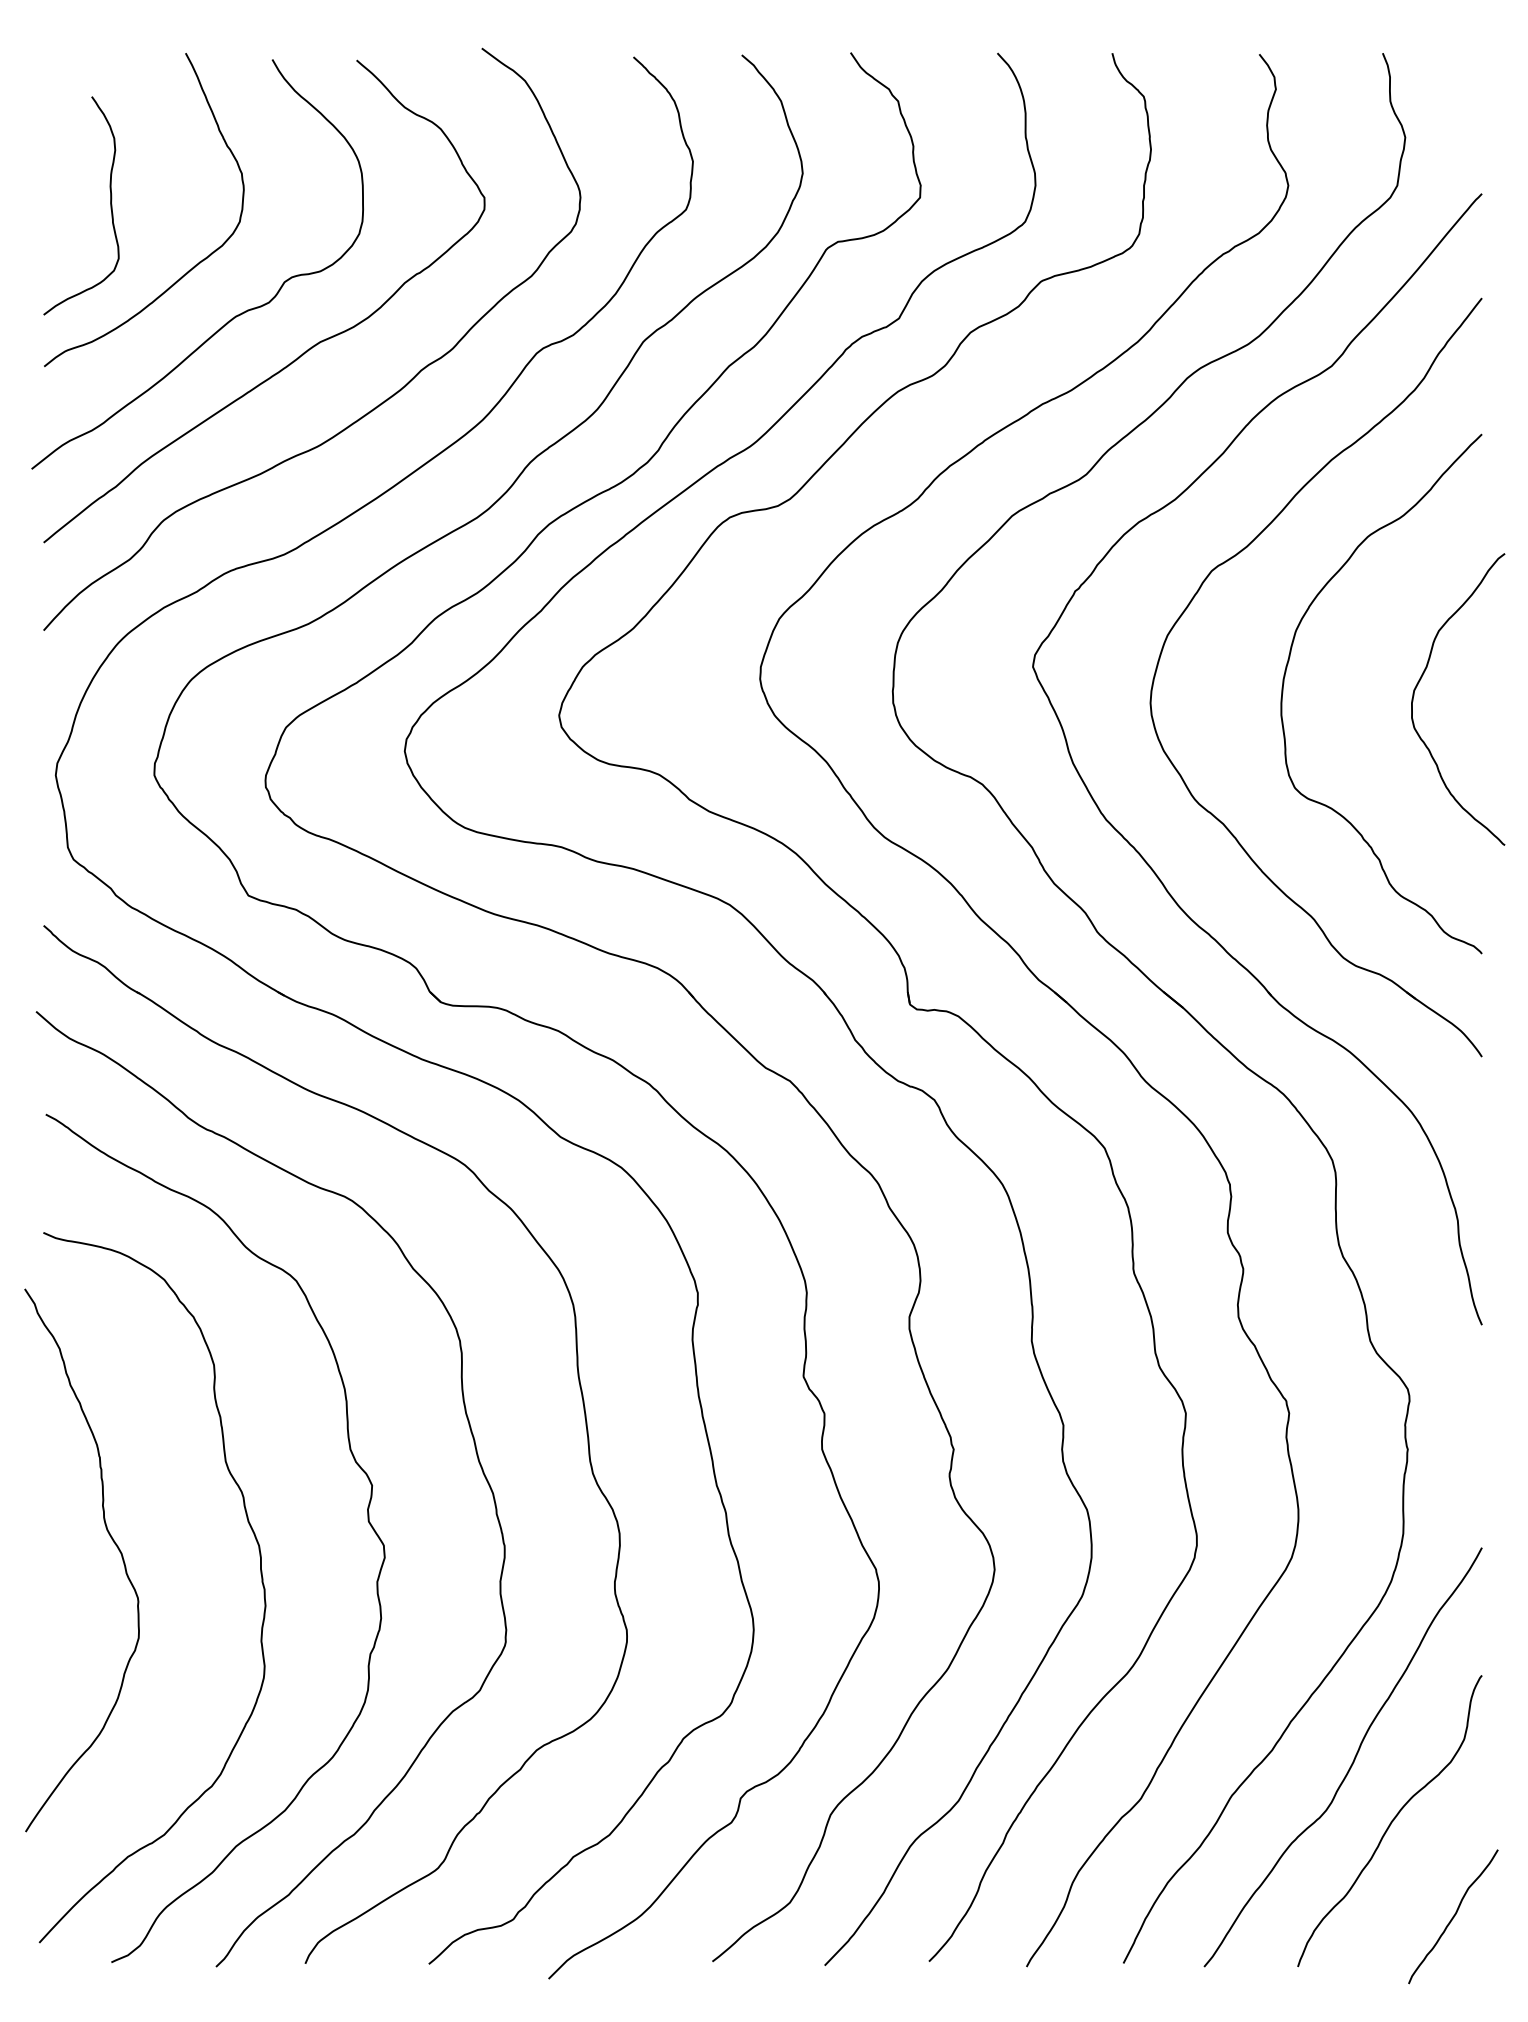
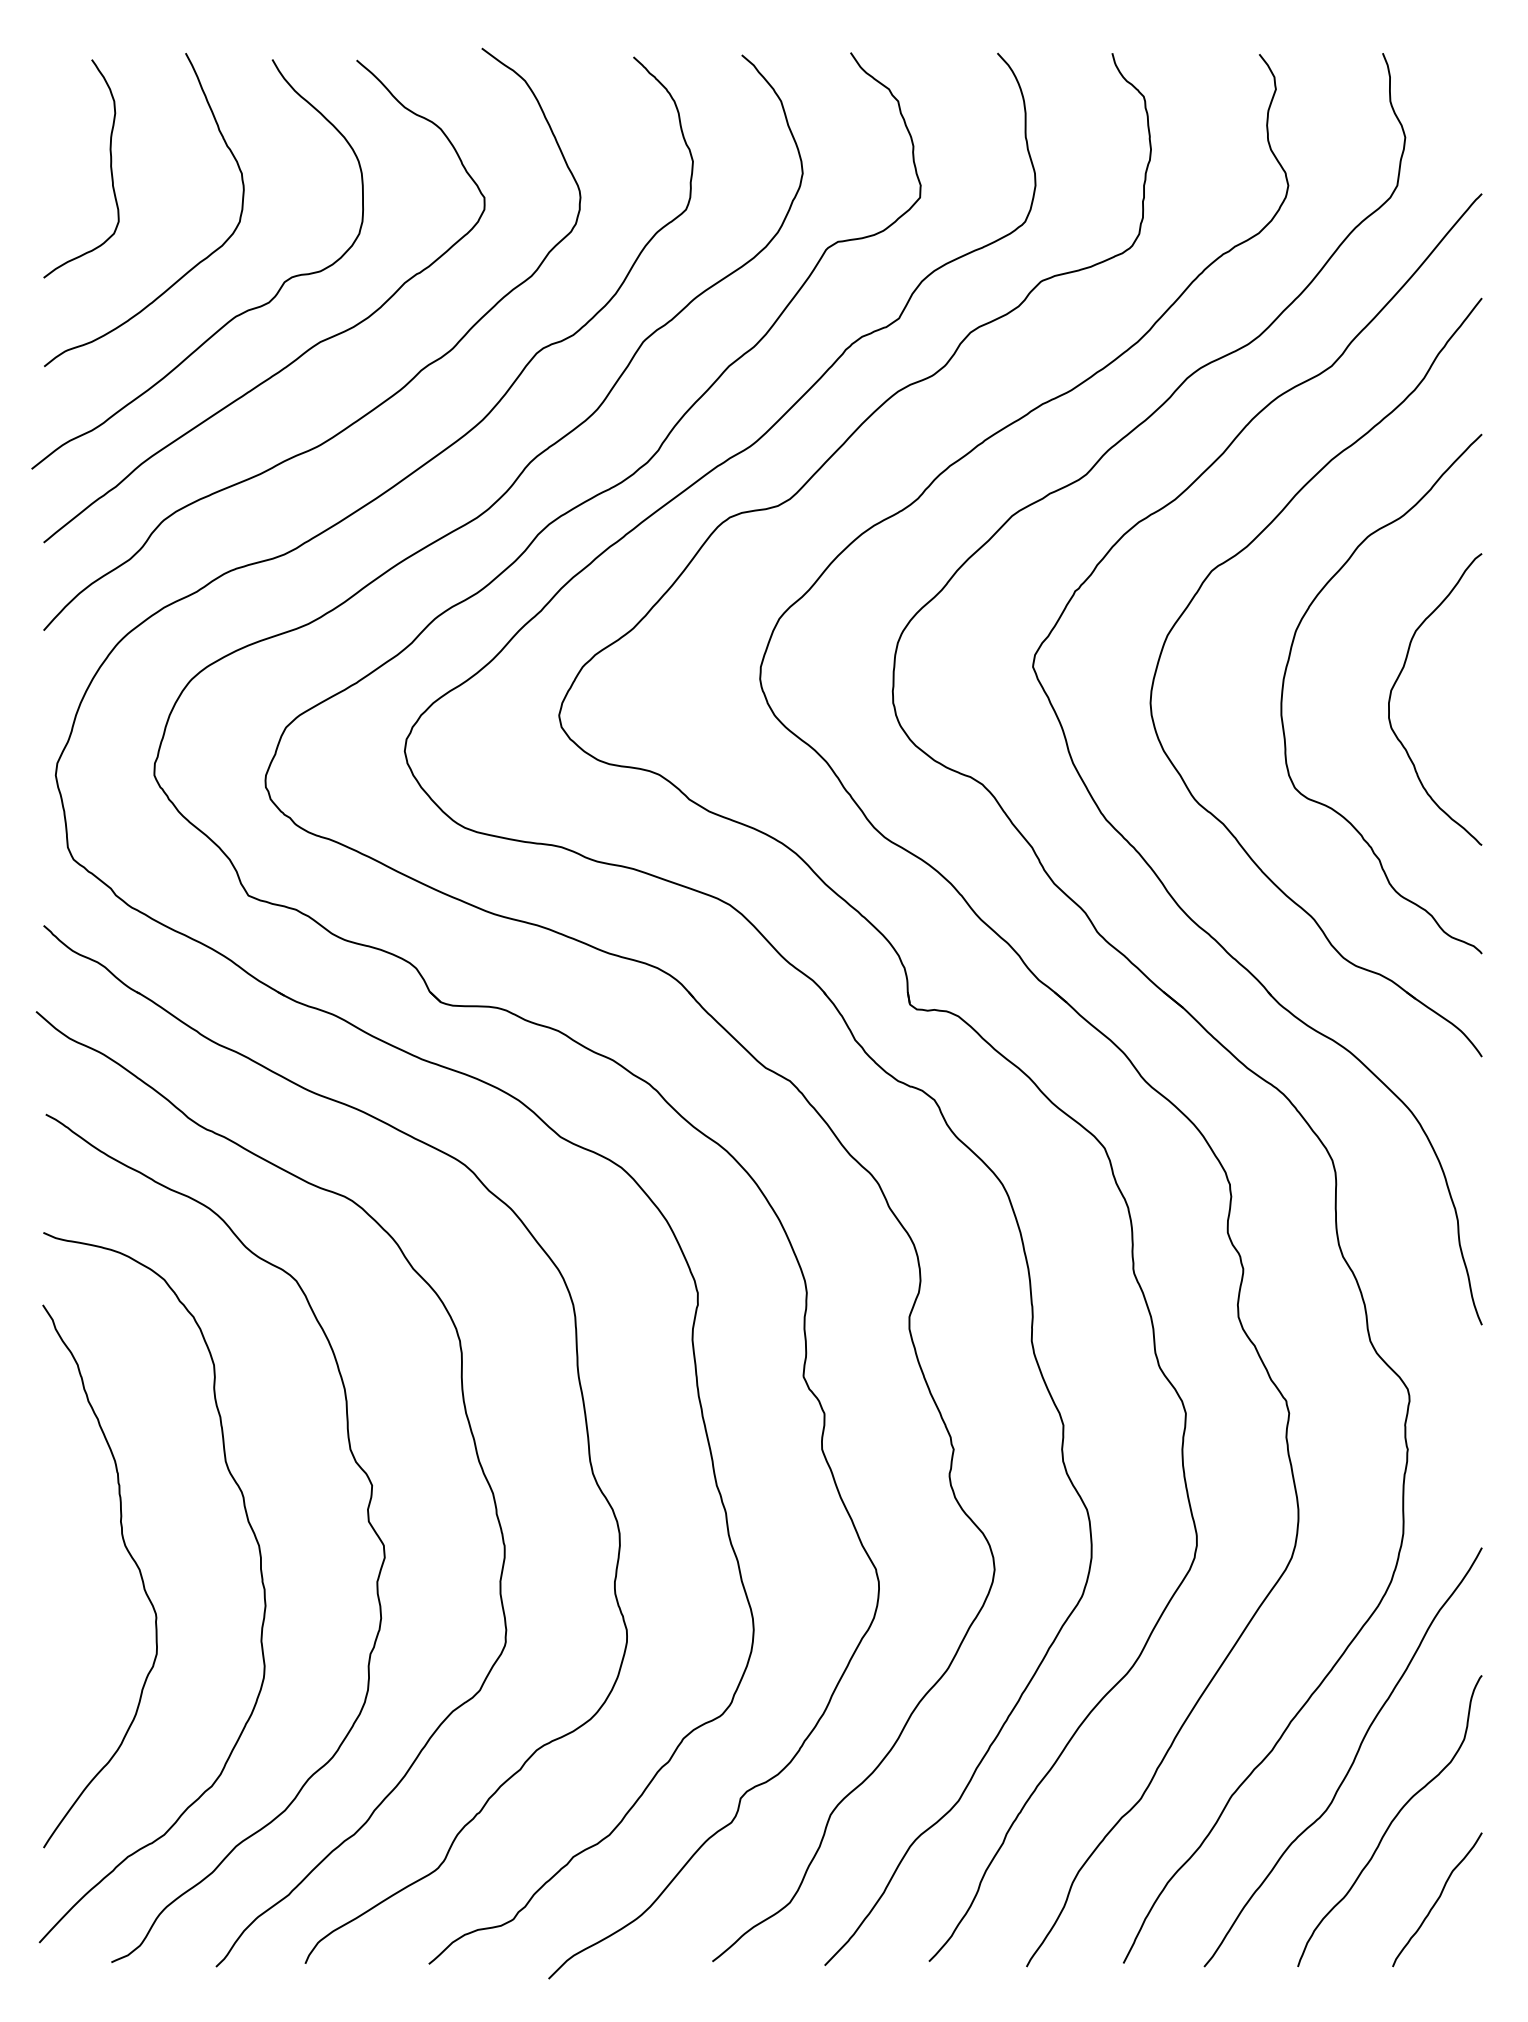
curve at (110, 205) position: (110, 205) -> (110, 168)
curve at (1421, 679) position: (1421, 679) -> (1398, 679)
curve at (111, 1539) position: (111, 1539) -> (129, 1555)
curve at (1453, 1916) position: (1453, 1916) -> (1437, 1899)
